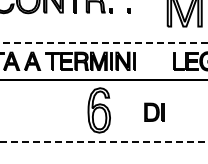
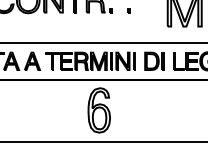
line at (104, 42): dashed -> solid
part at (154, 111) position: (154, 111) -> (154, 60)
line at (104, 141): dashed -> solid
